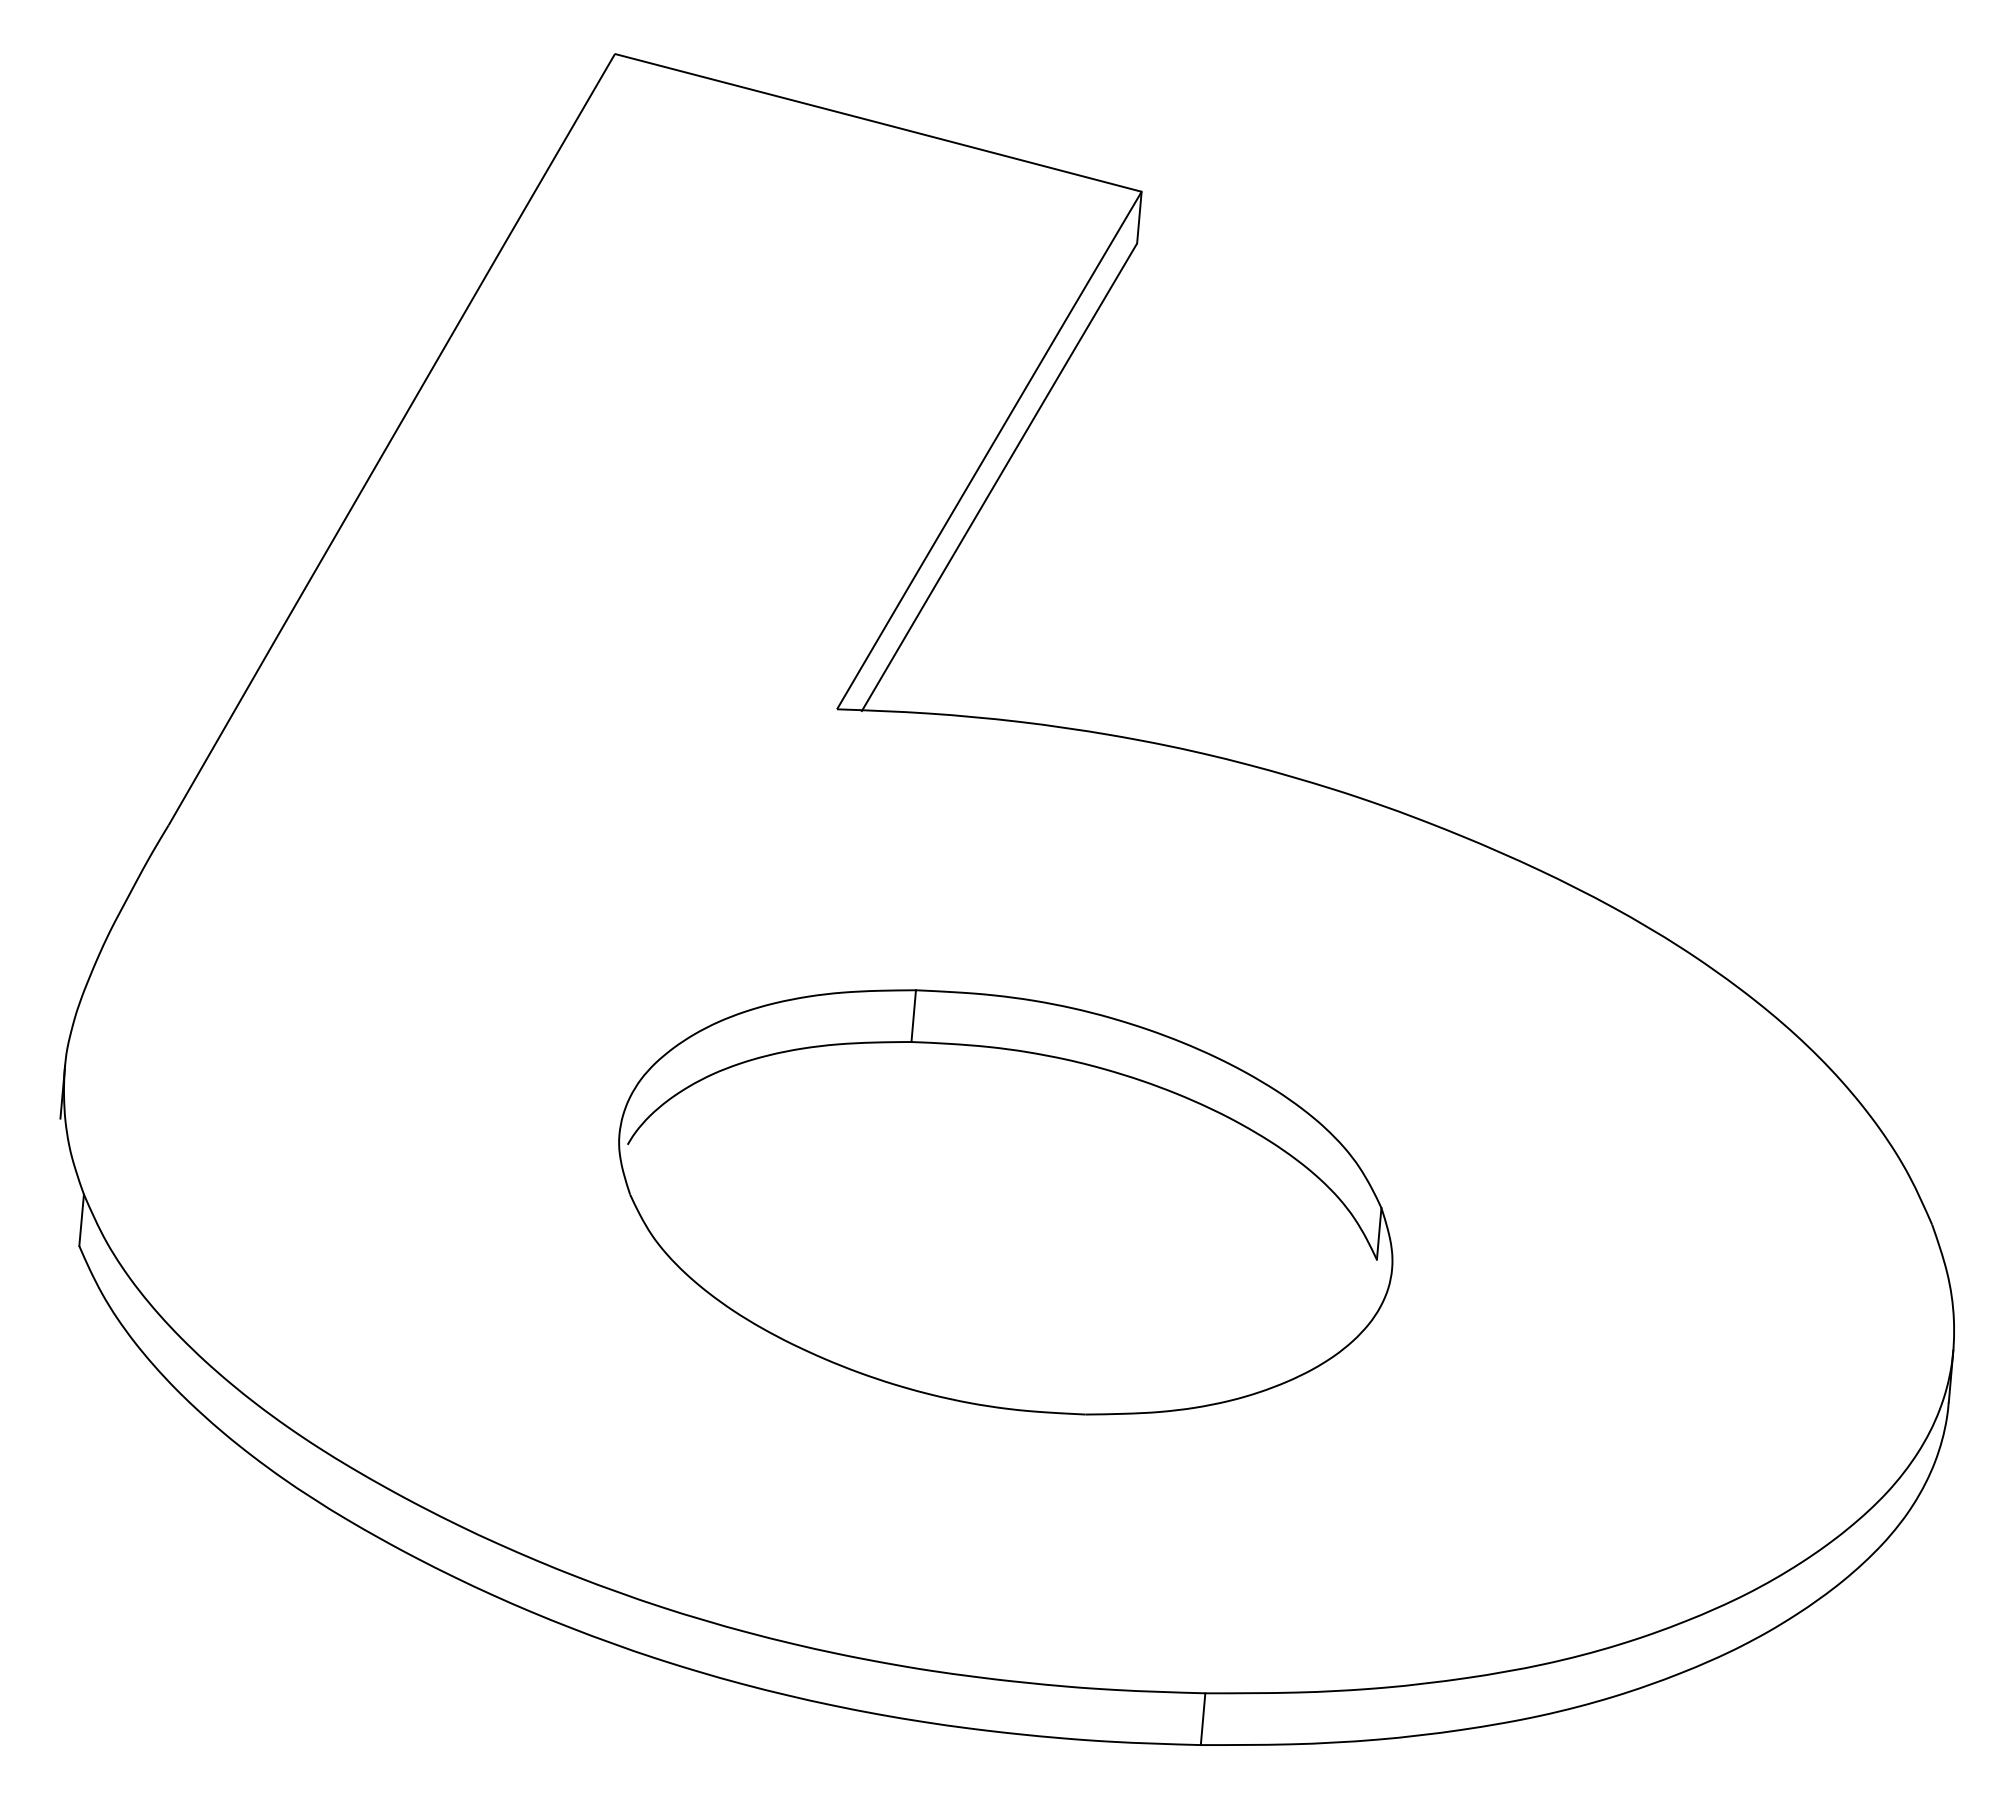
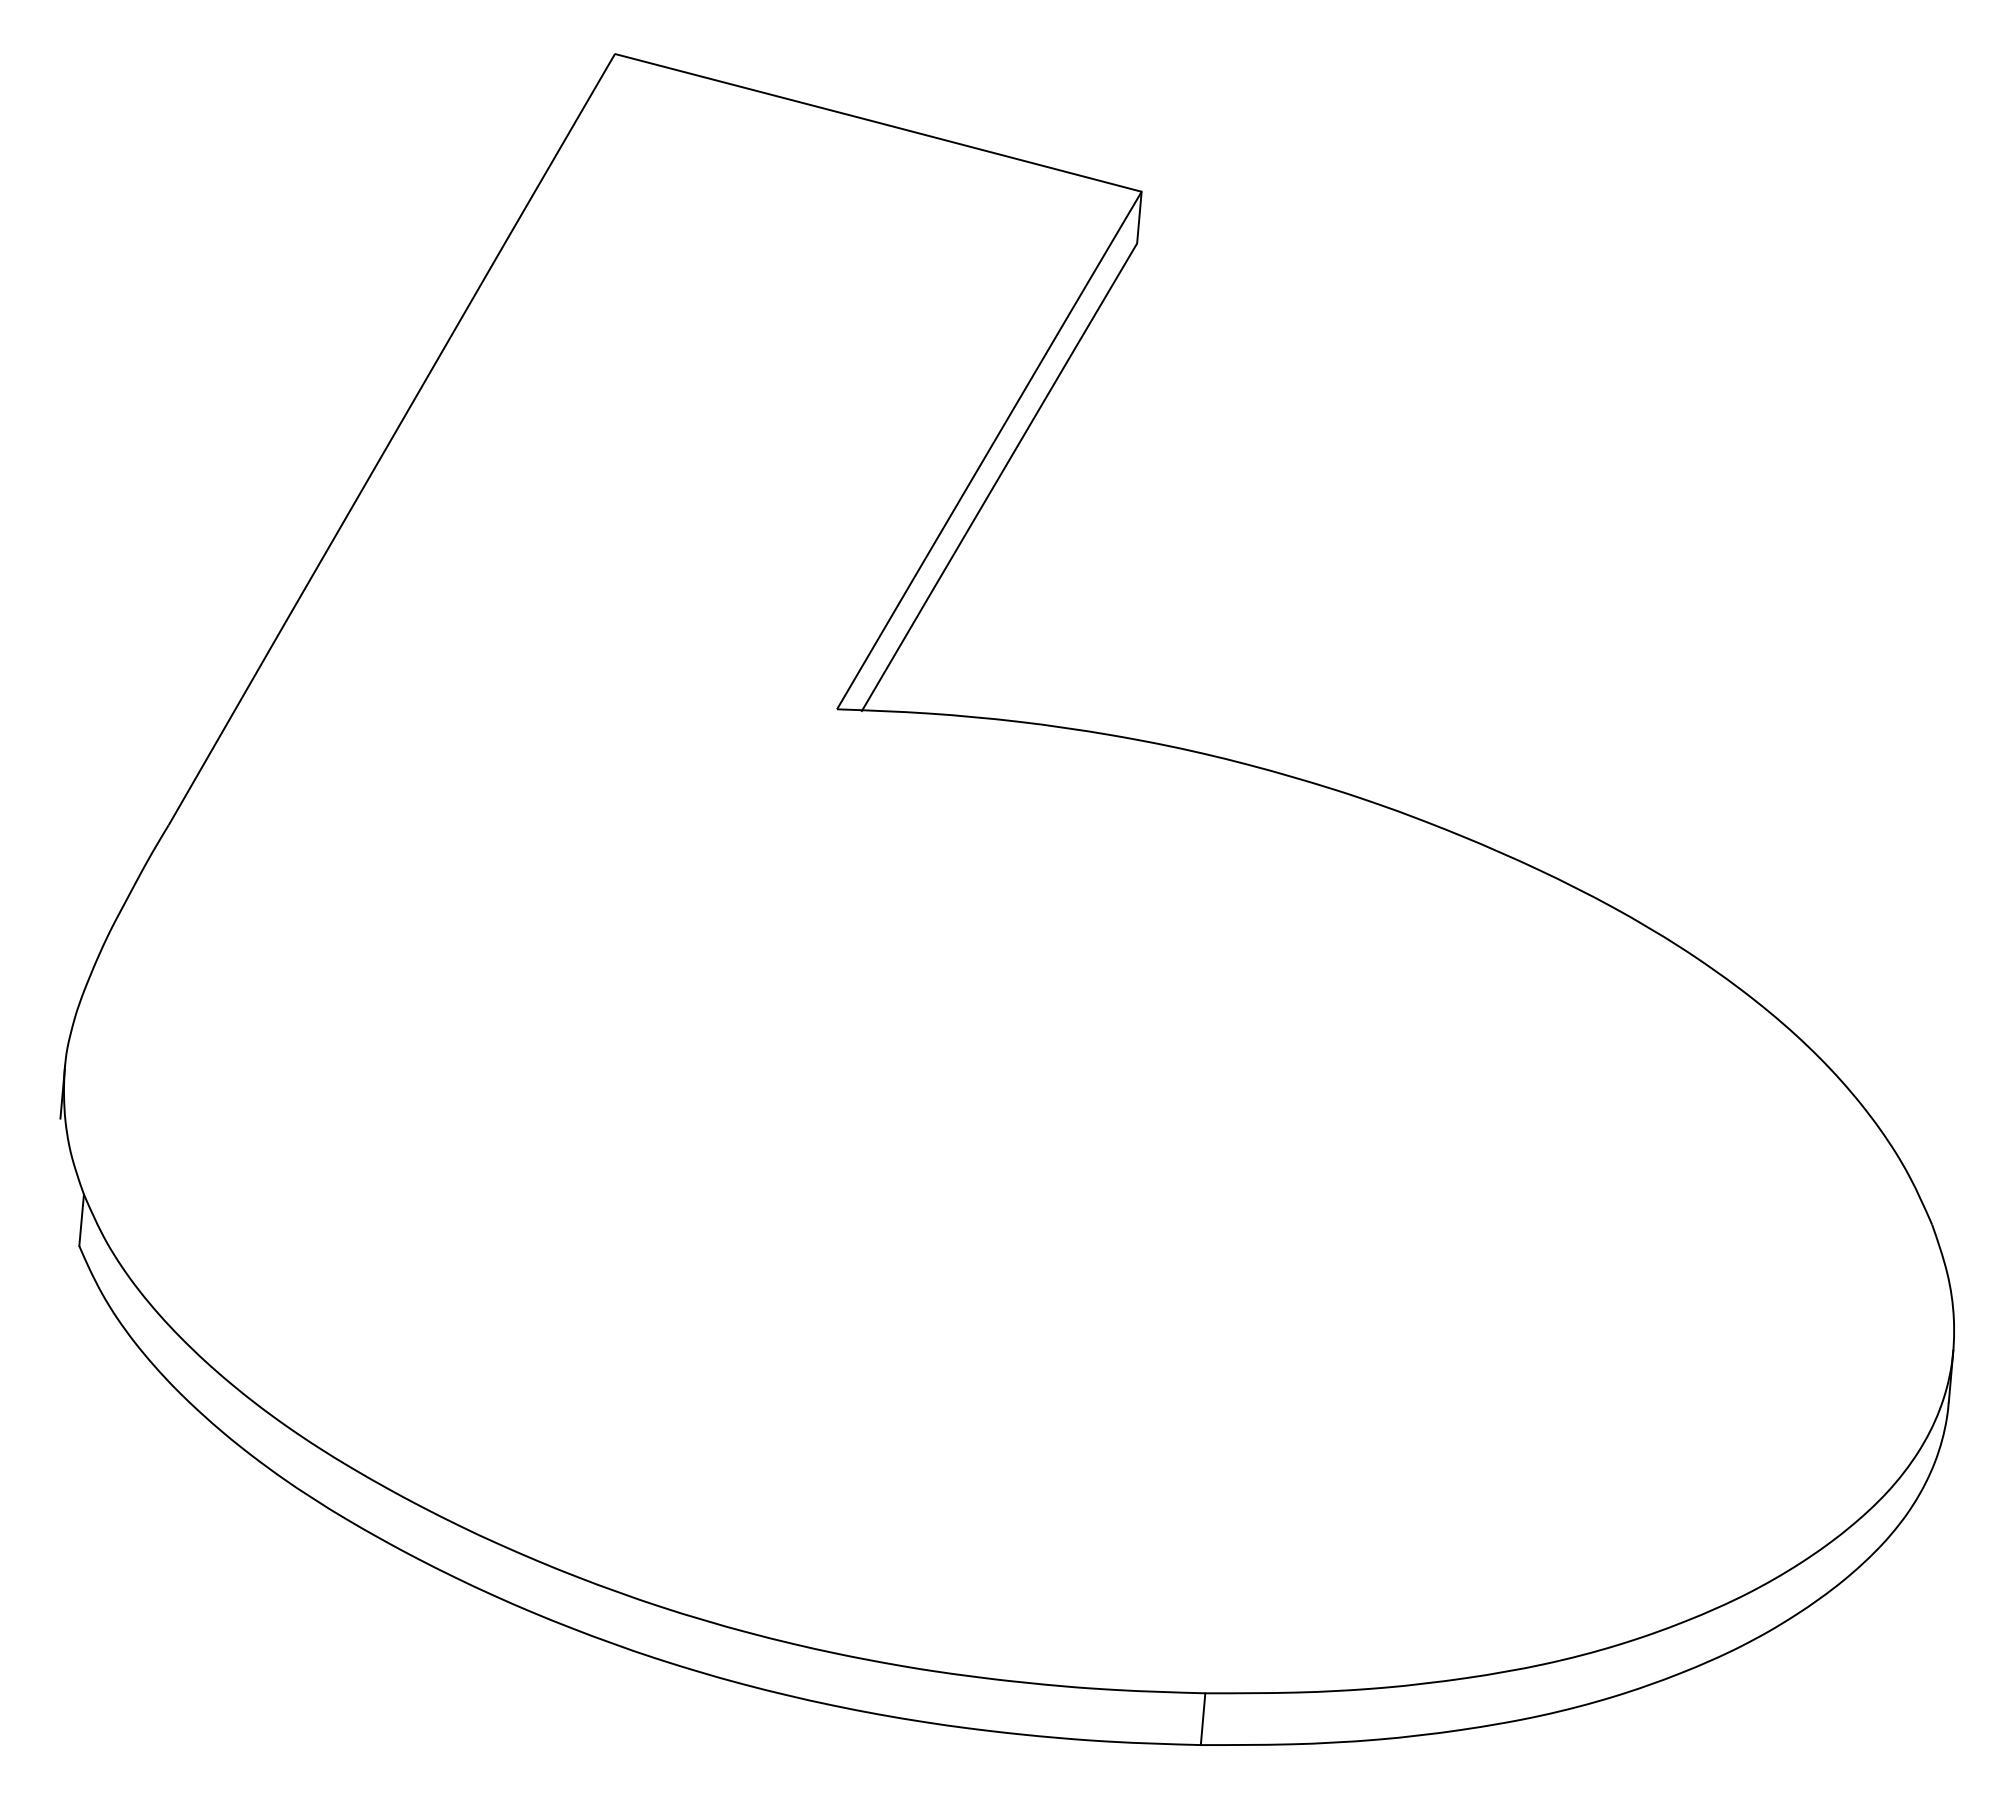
part at (1005, 1202): present -> none
